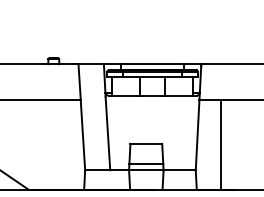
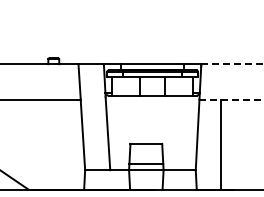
line at (232, 64): solid -> dashed
line at (231, 99): solid -> dashed
